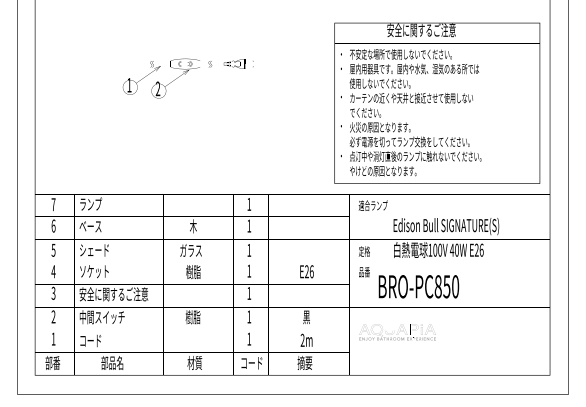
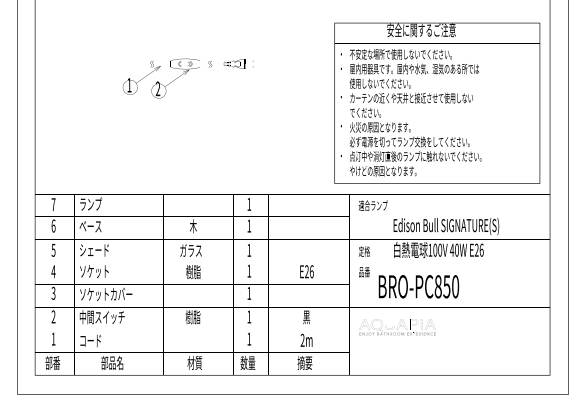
text at (113, 294): 安全に関するご注意 -> ソケットカバー
part at (397, 332) position: (397, 332) -> (397, 327)
text at (251, 362): コード -> 数量
